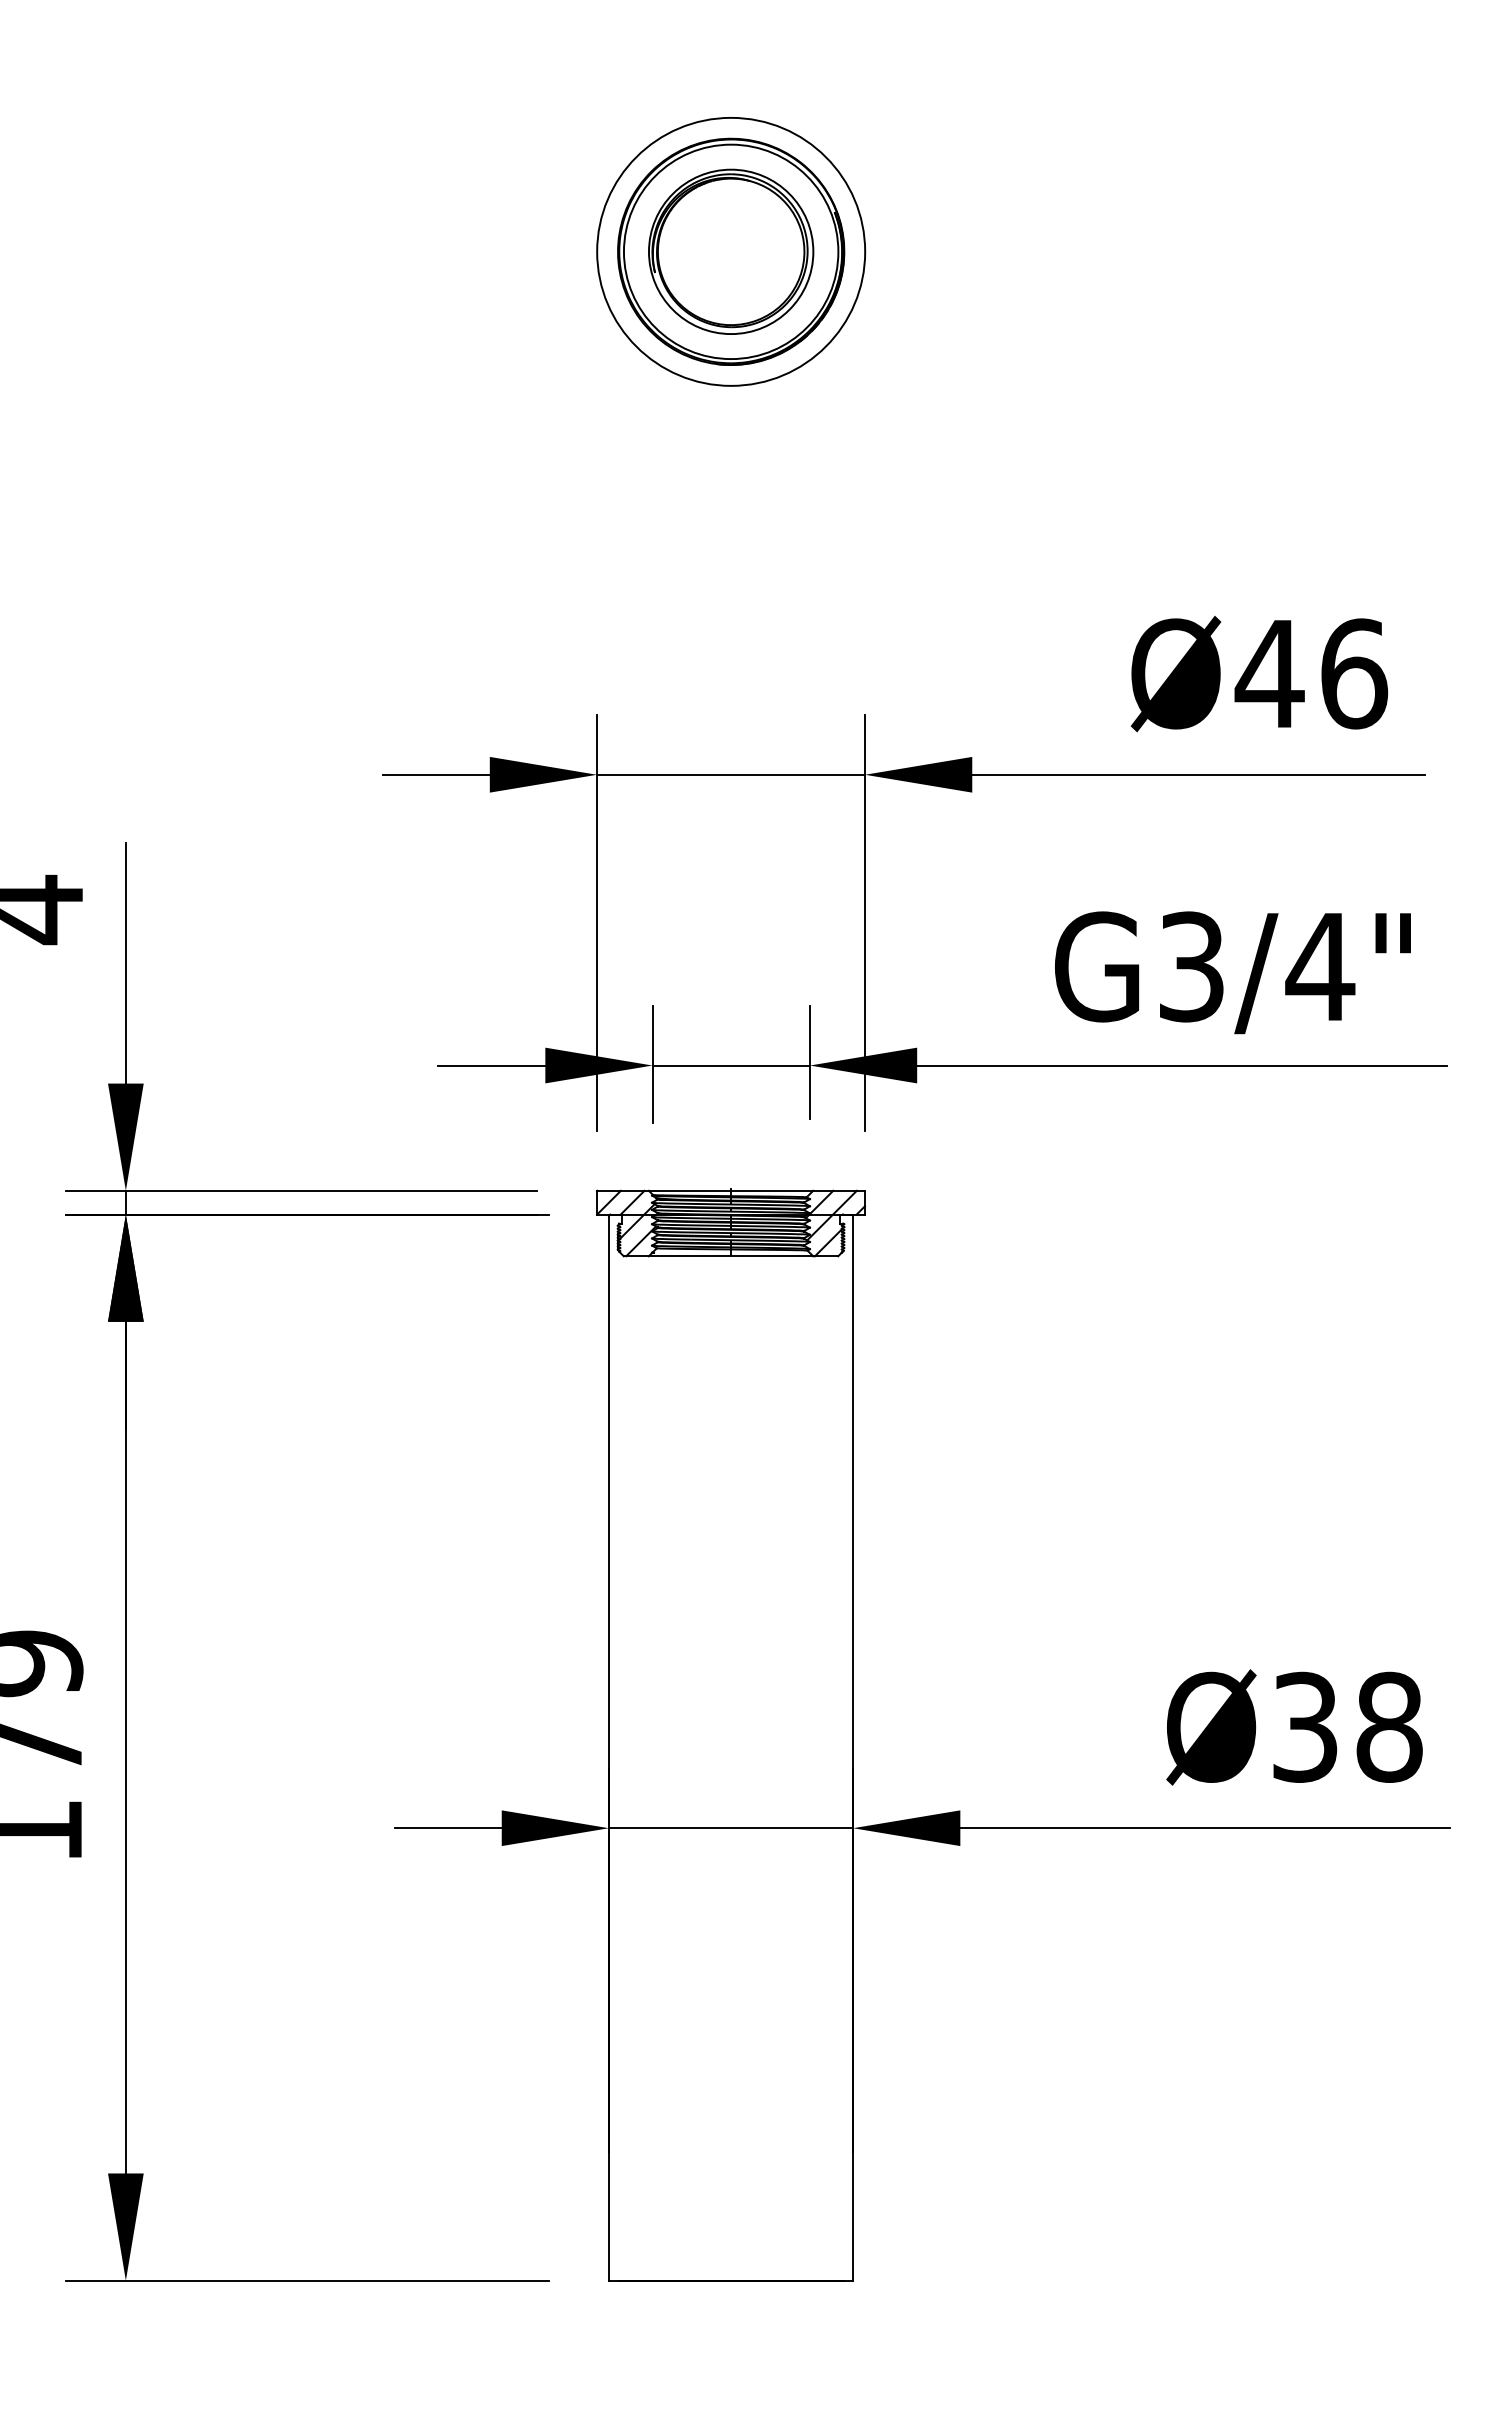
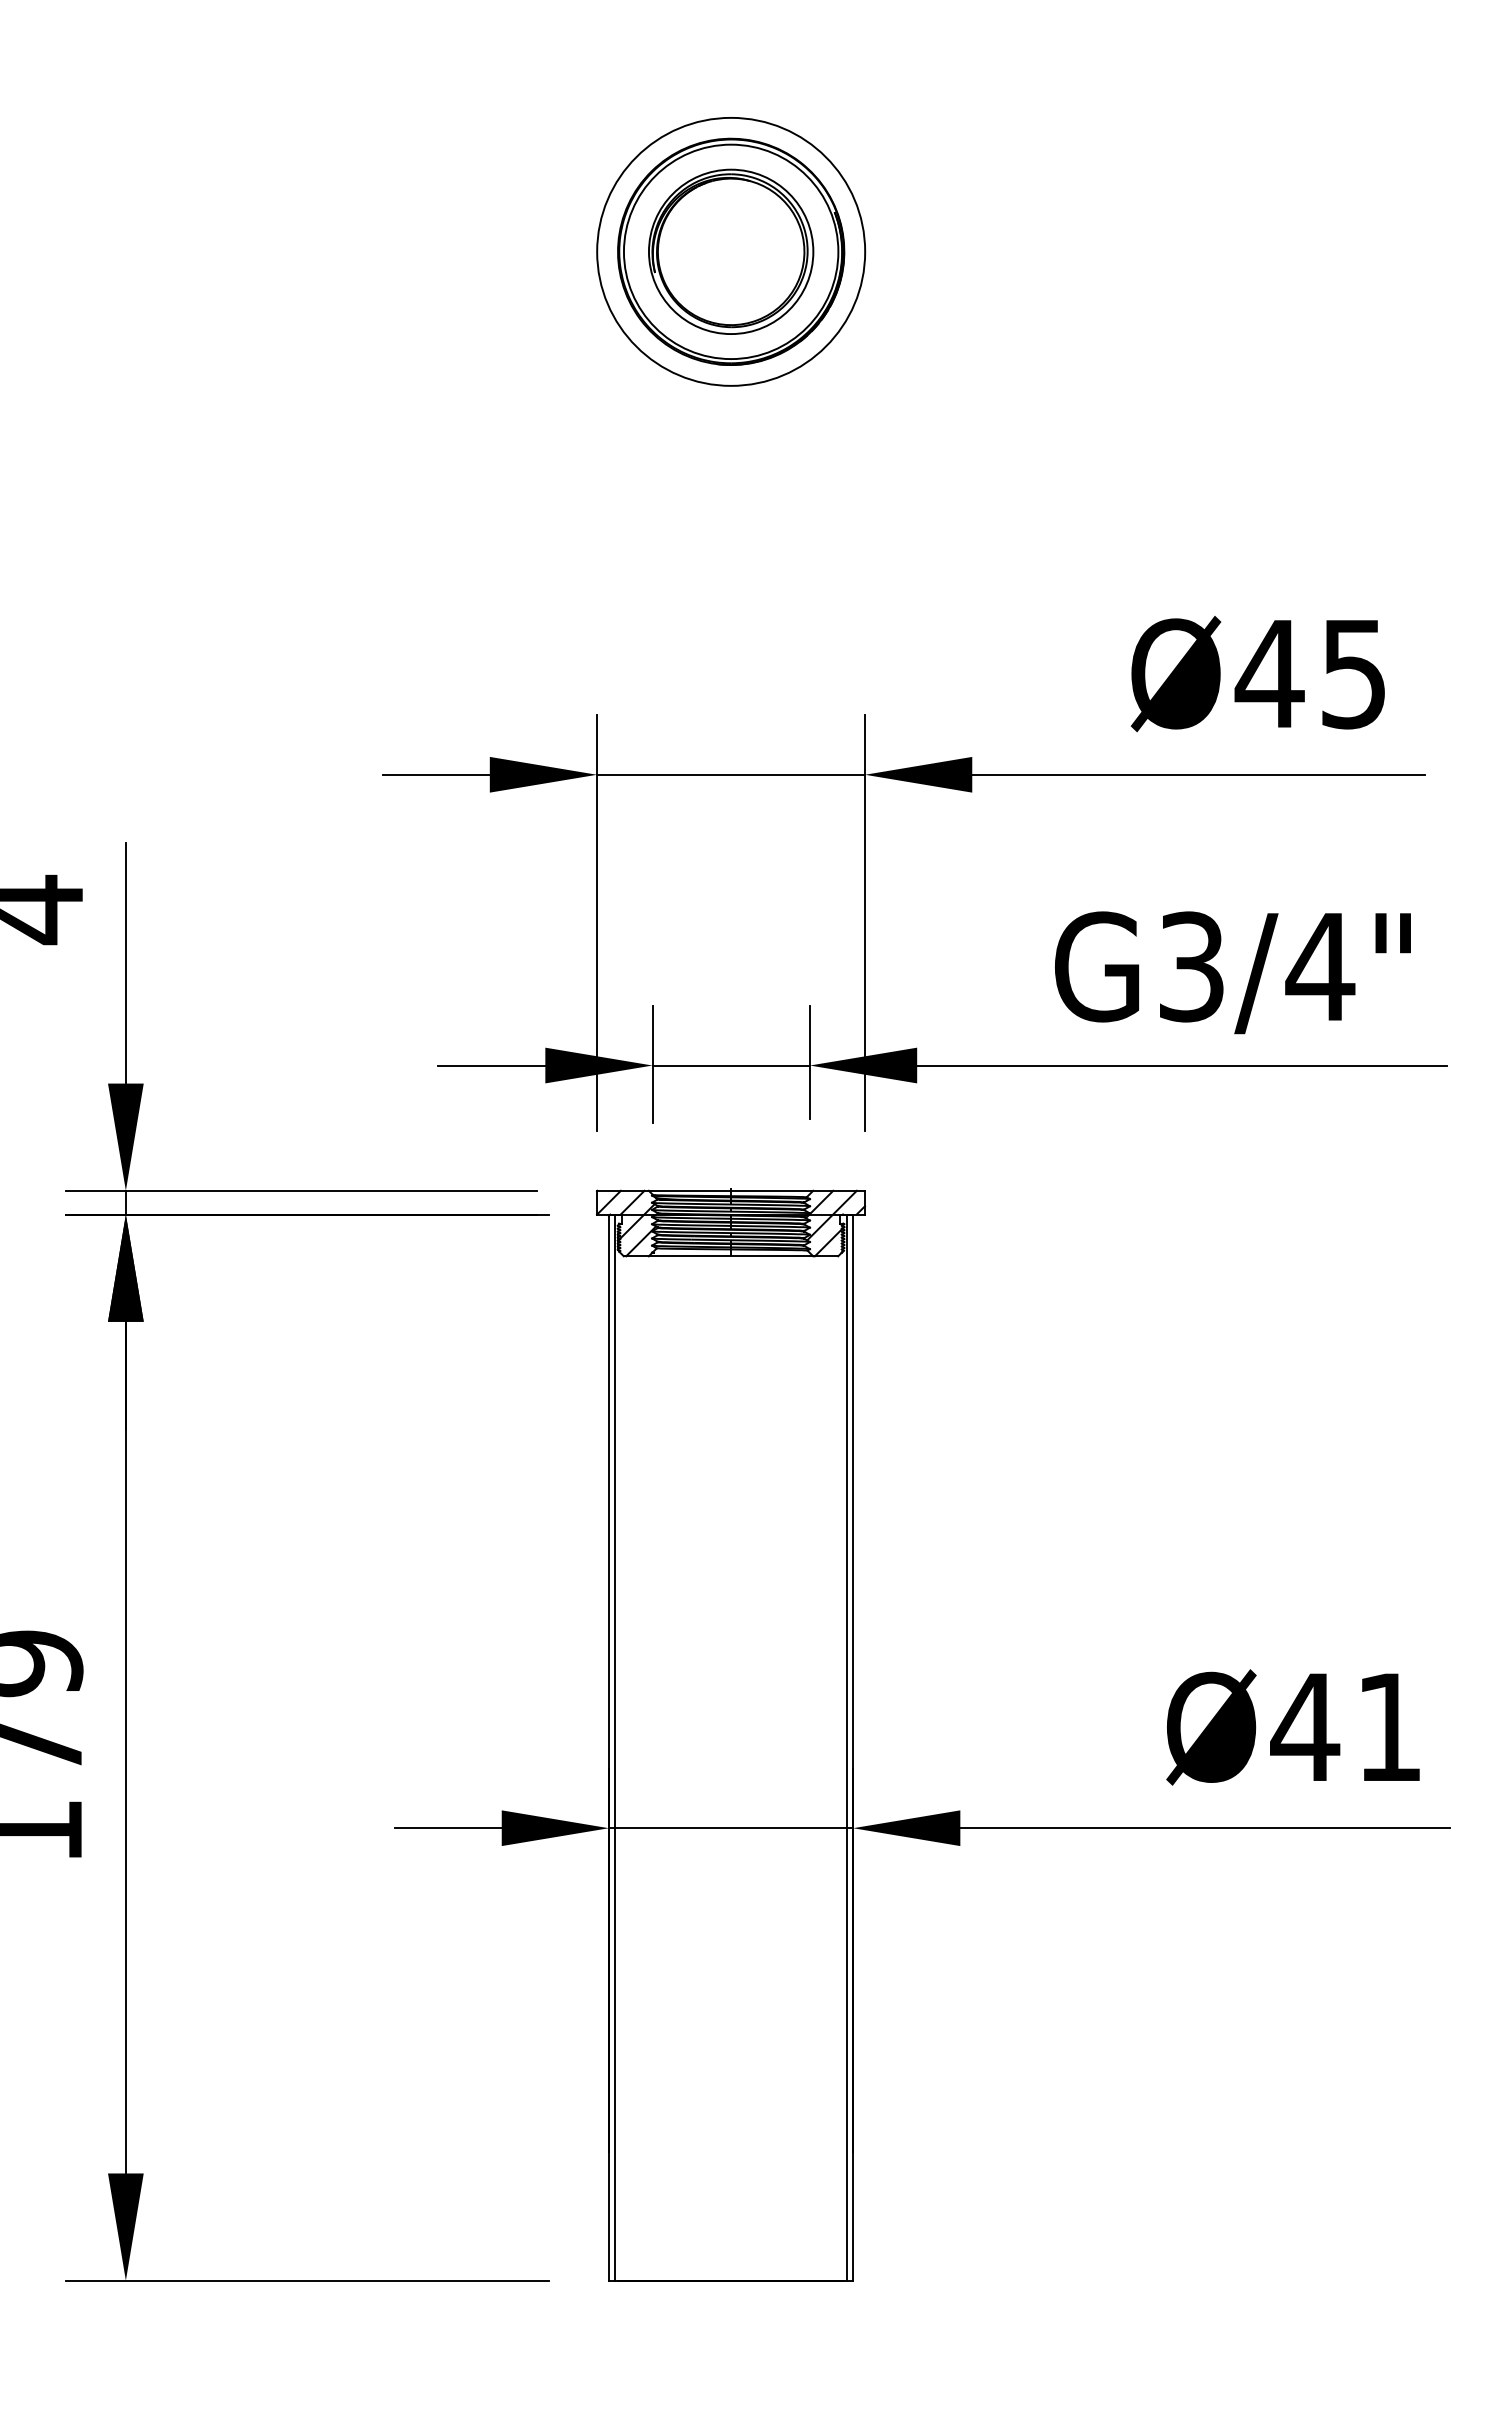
text at (1354, 673): Ø46 -> Ø45
text at (1346, 1726): Ø38 -> Ø41
line at (614, 1747): none -> present
line at (847, 1747): none -> present
